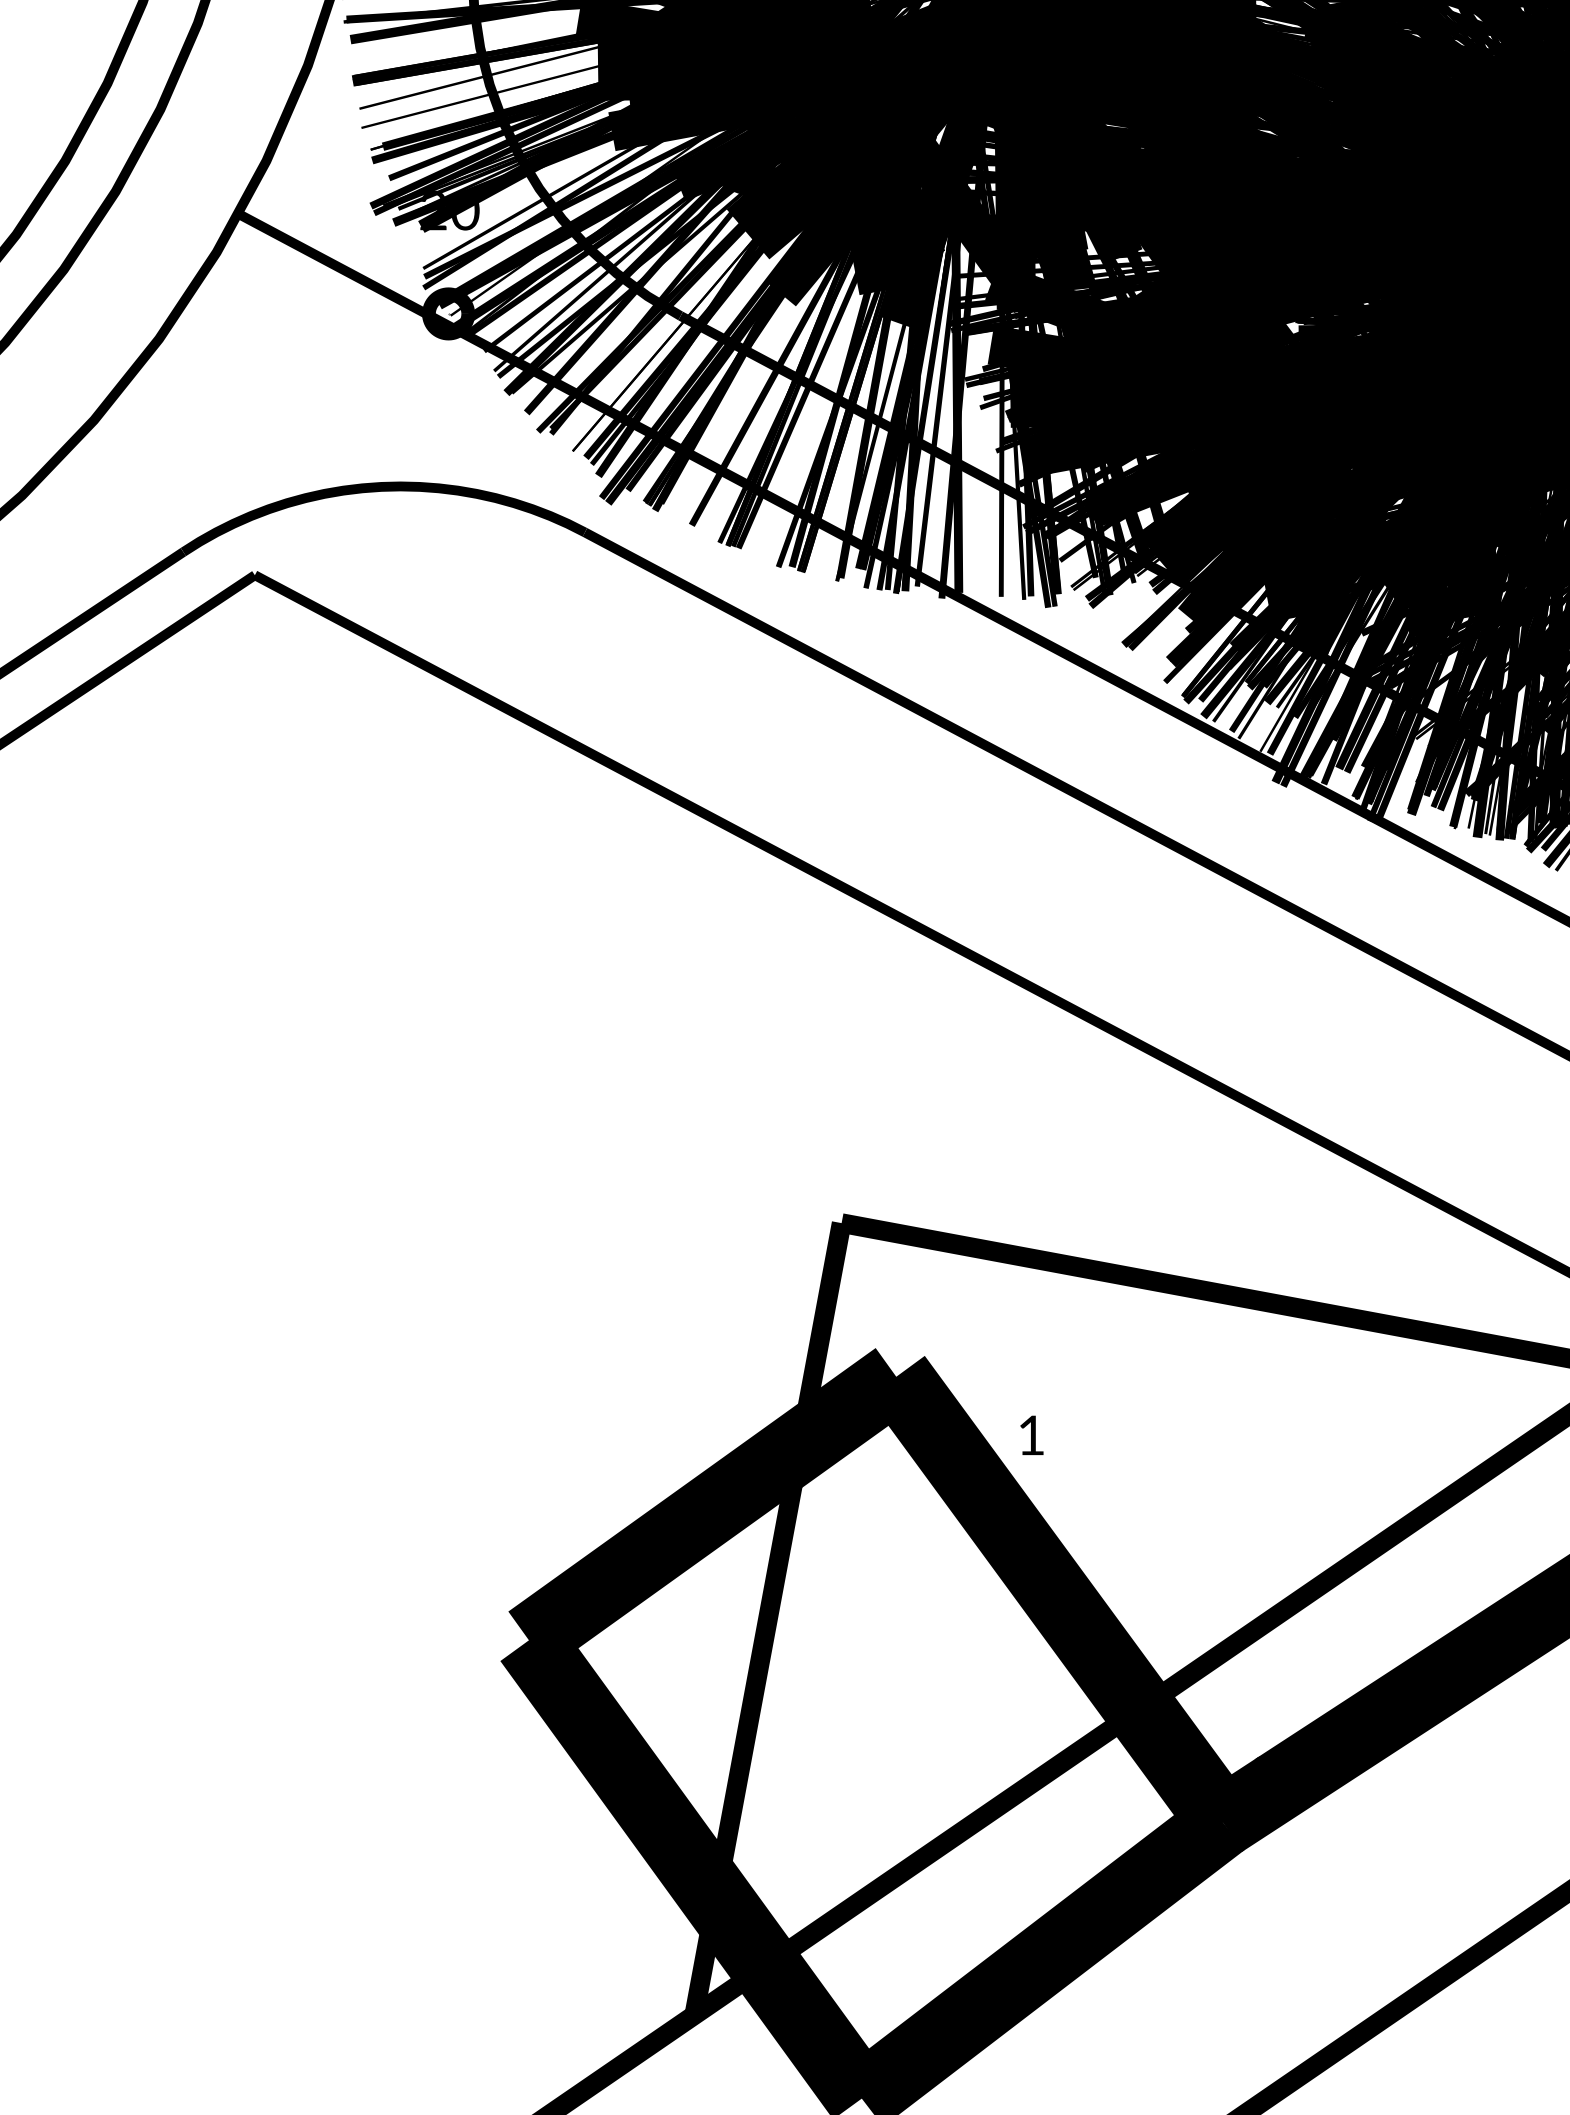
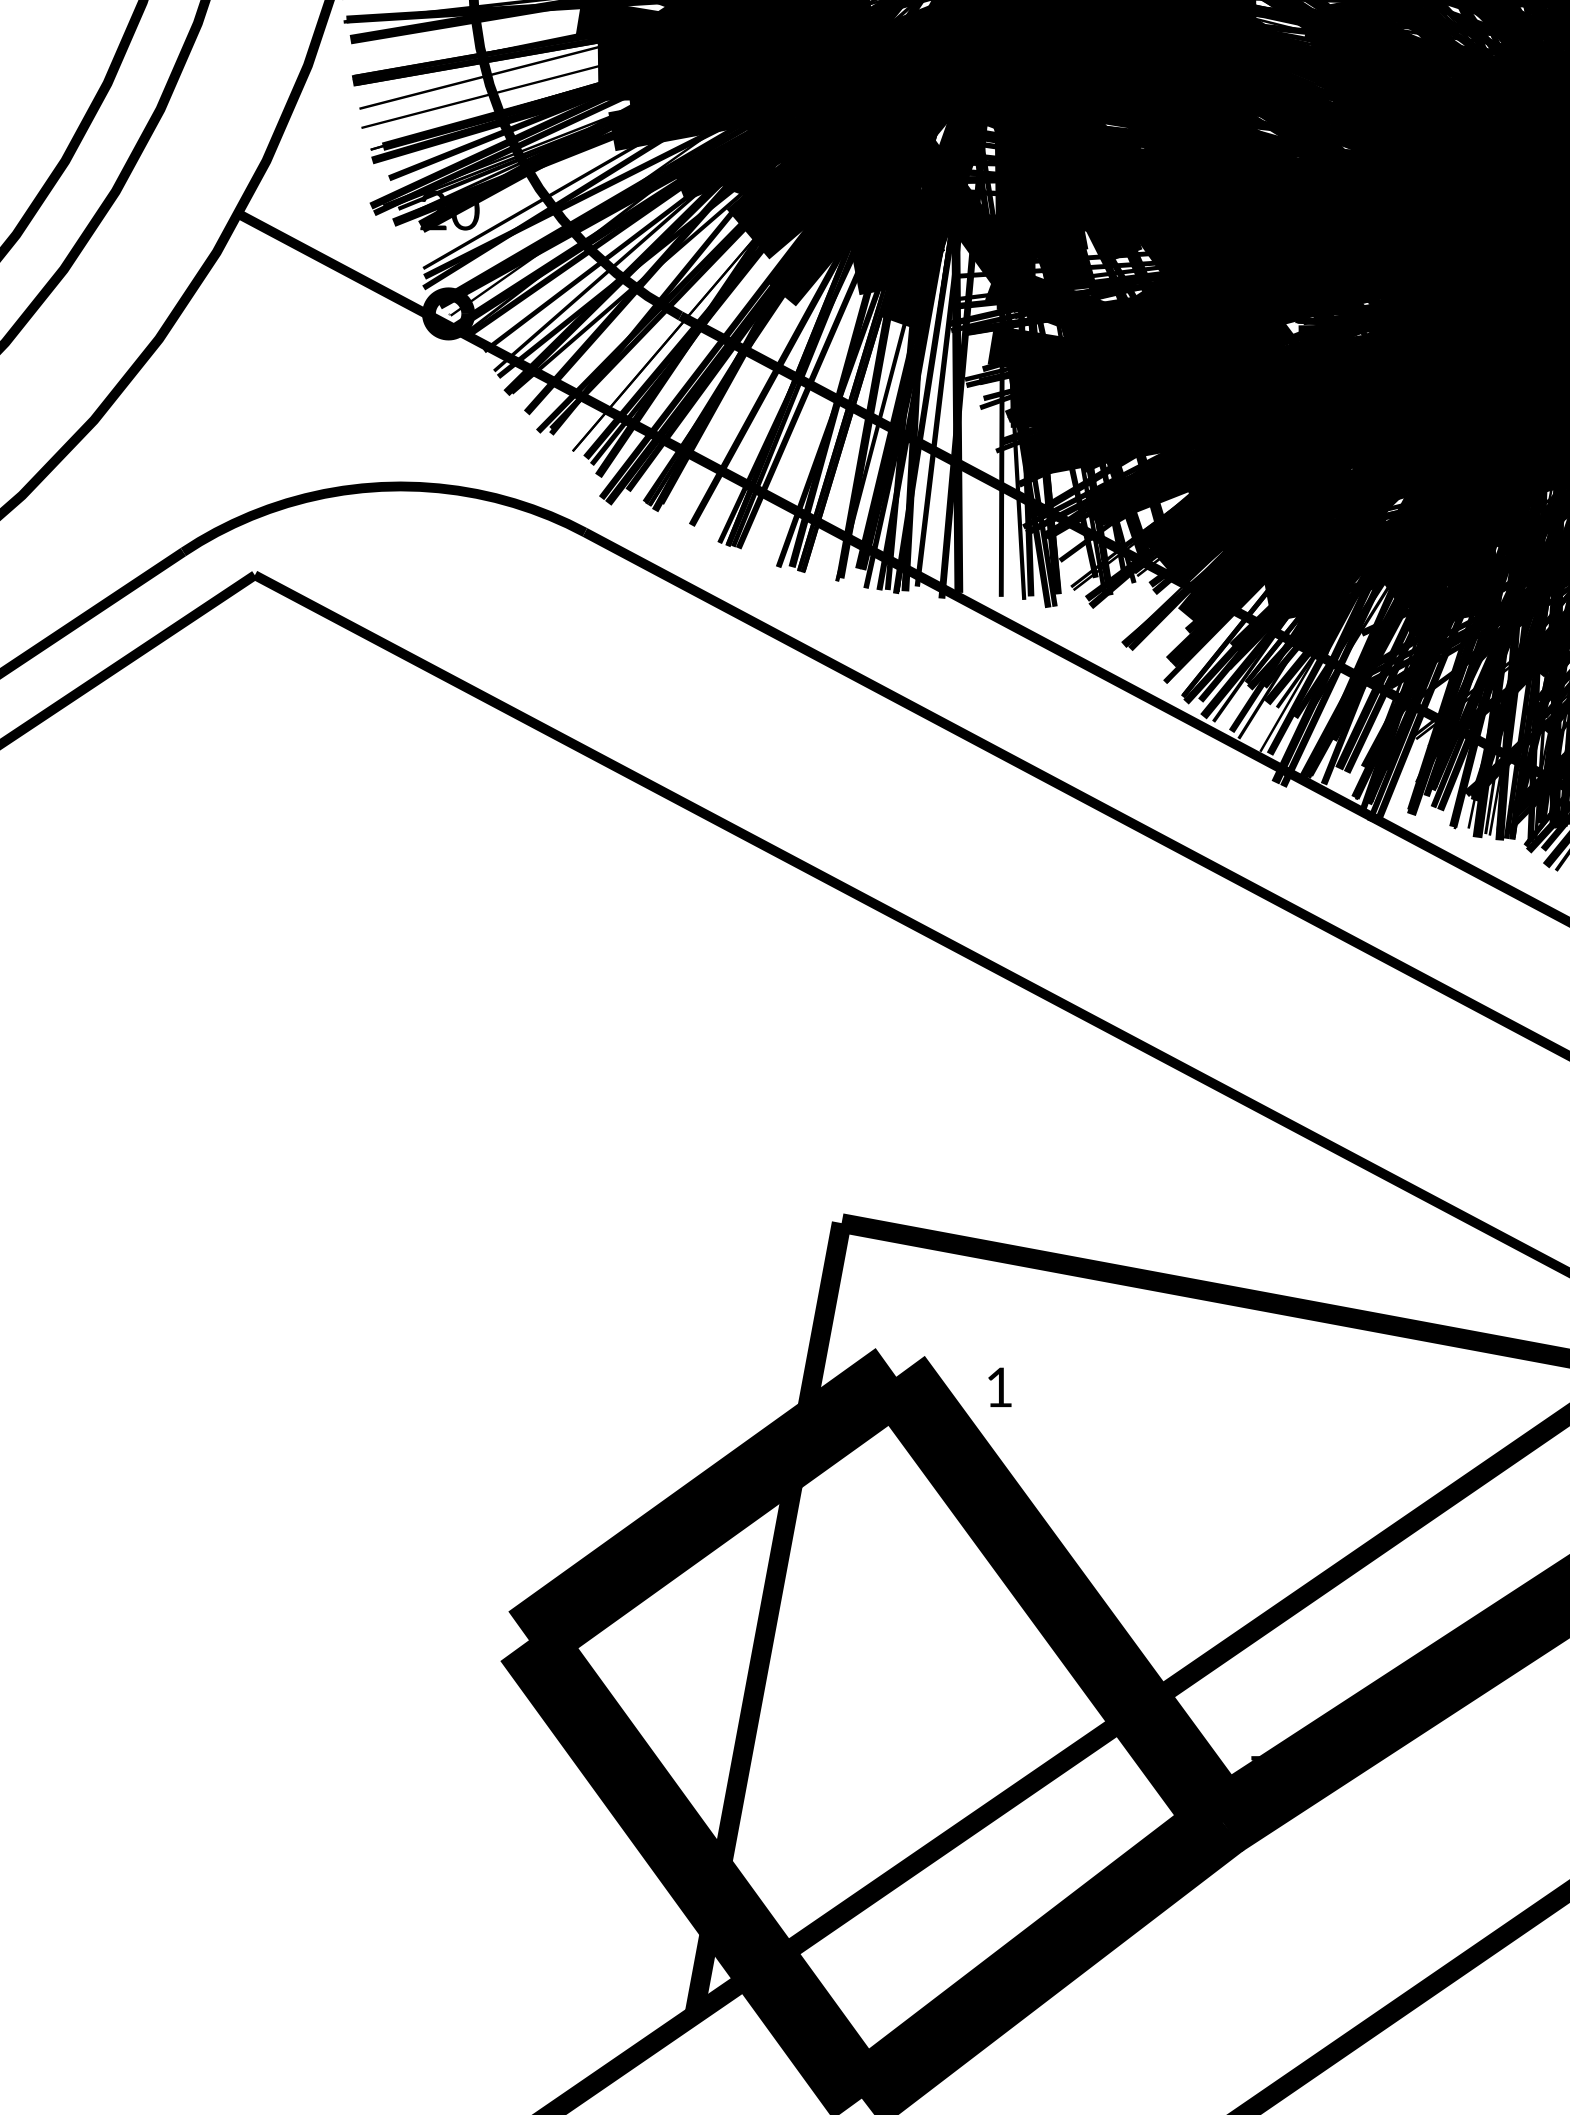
text at (1031, 1434) position: (1031, 1434) -> (999, 1386)
text at (1254, 1758): 8 -> 7
